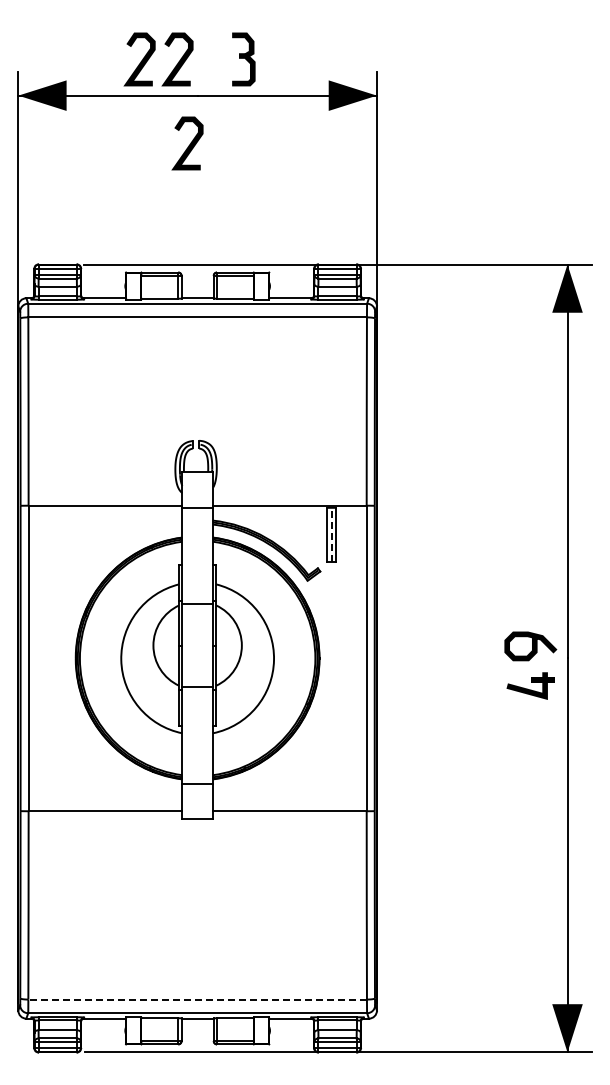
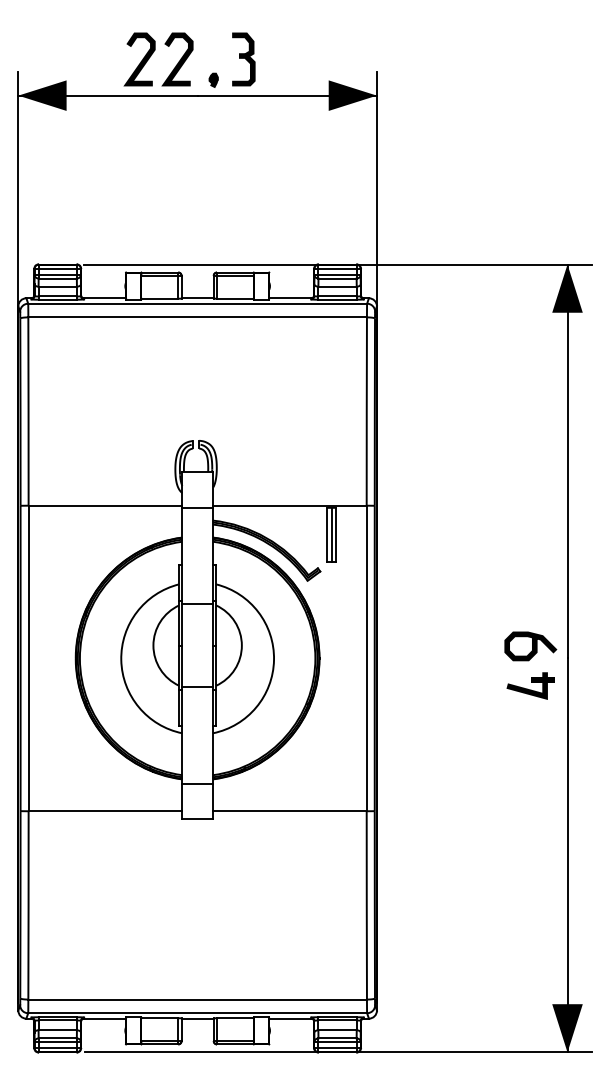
part at (213, 79): none -> present
curve at (189, 144): present -> none
line at (331, 534): dashed -> solid
line at (197, 999): dashed -> solid
